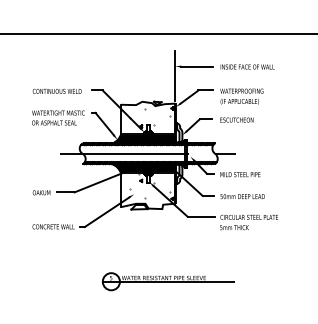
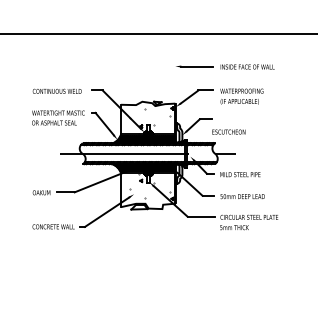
line at (175, 75): present -> none
text at (236, 119) position: (236, 119) -> (228, 131)
part at (168, 281): present -> none
